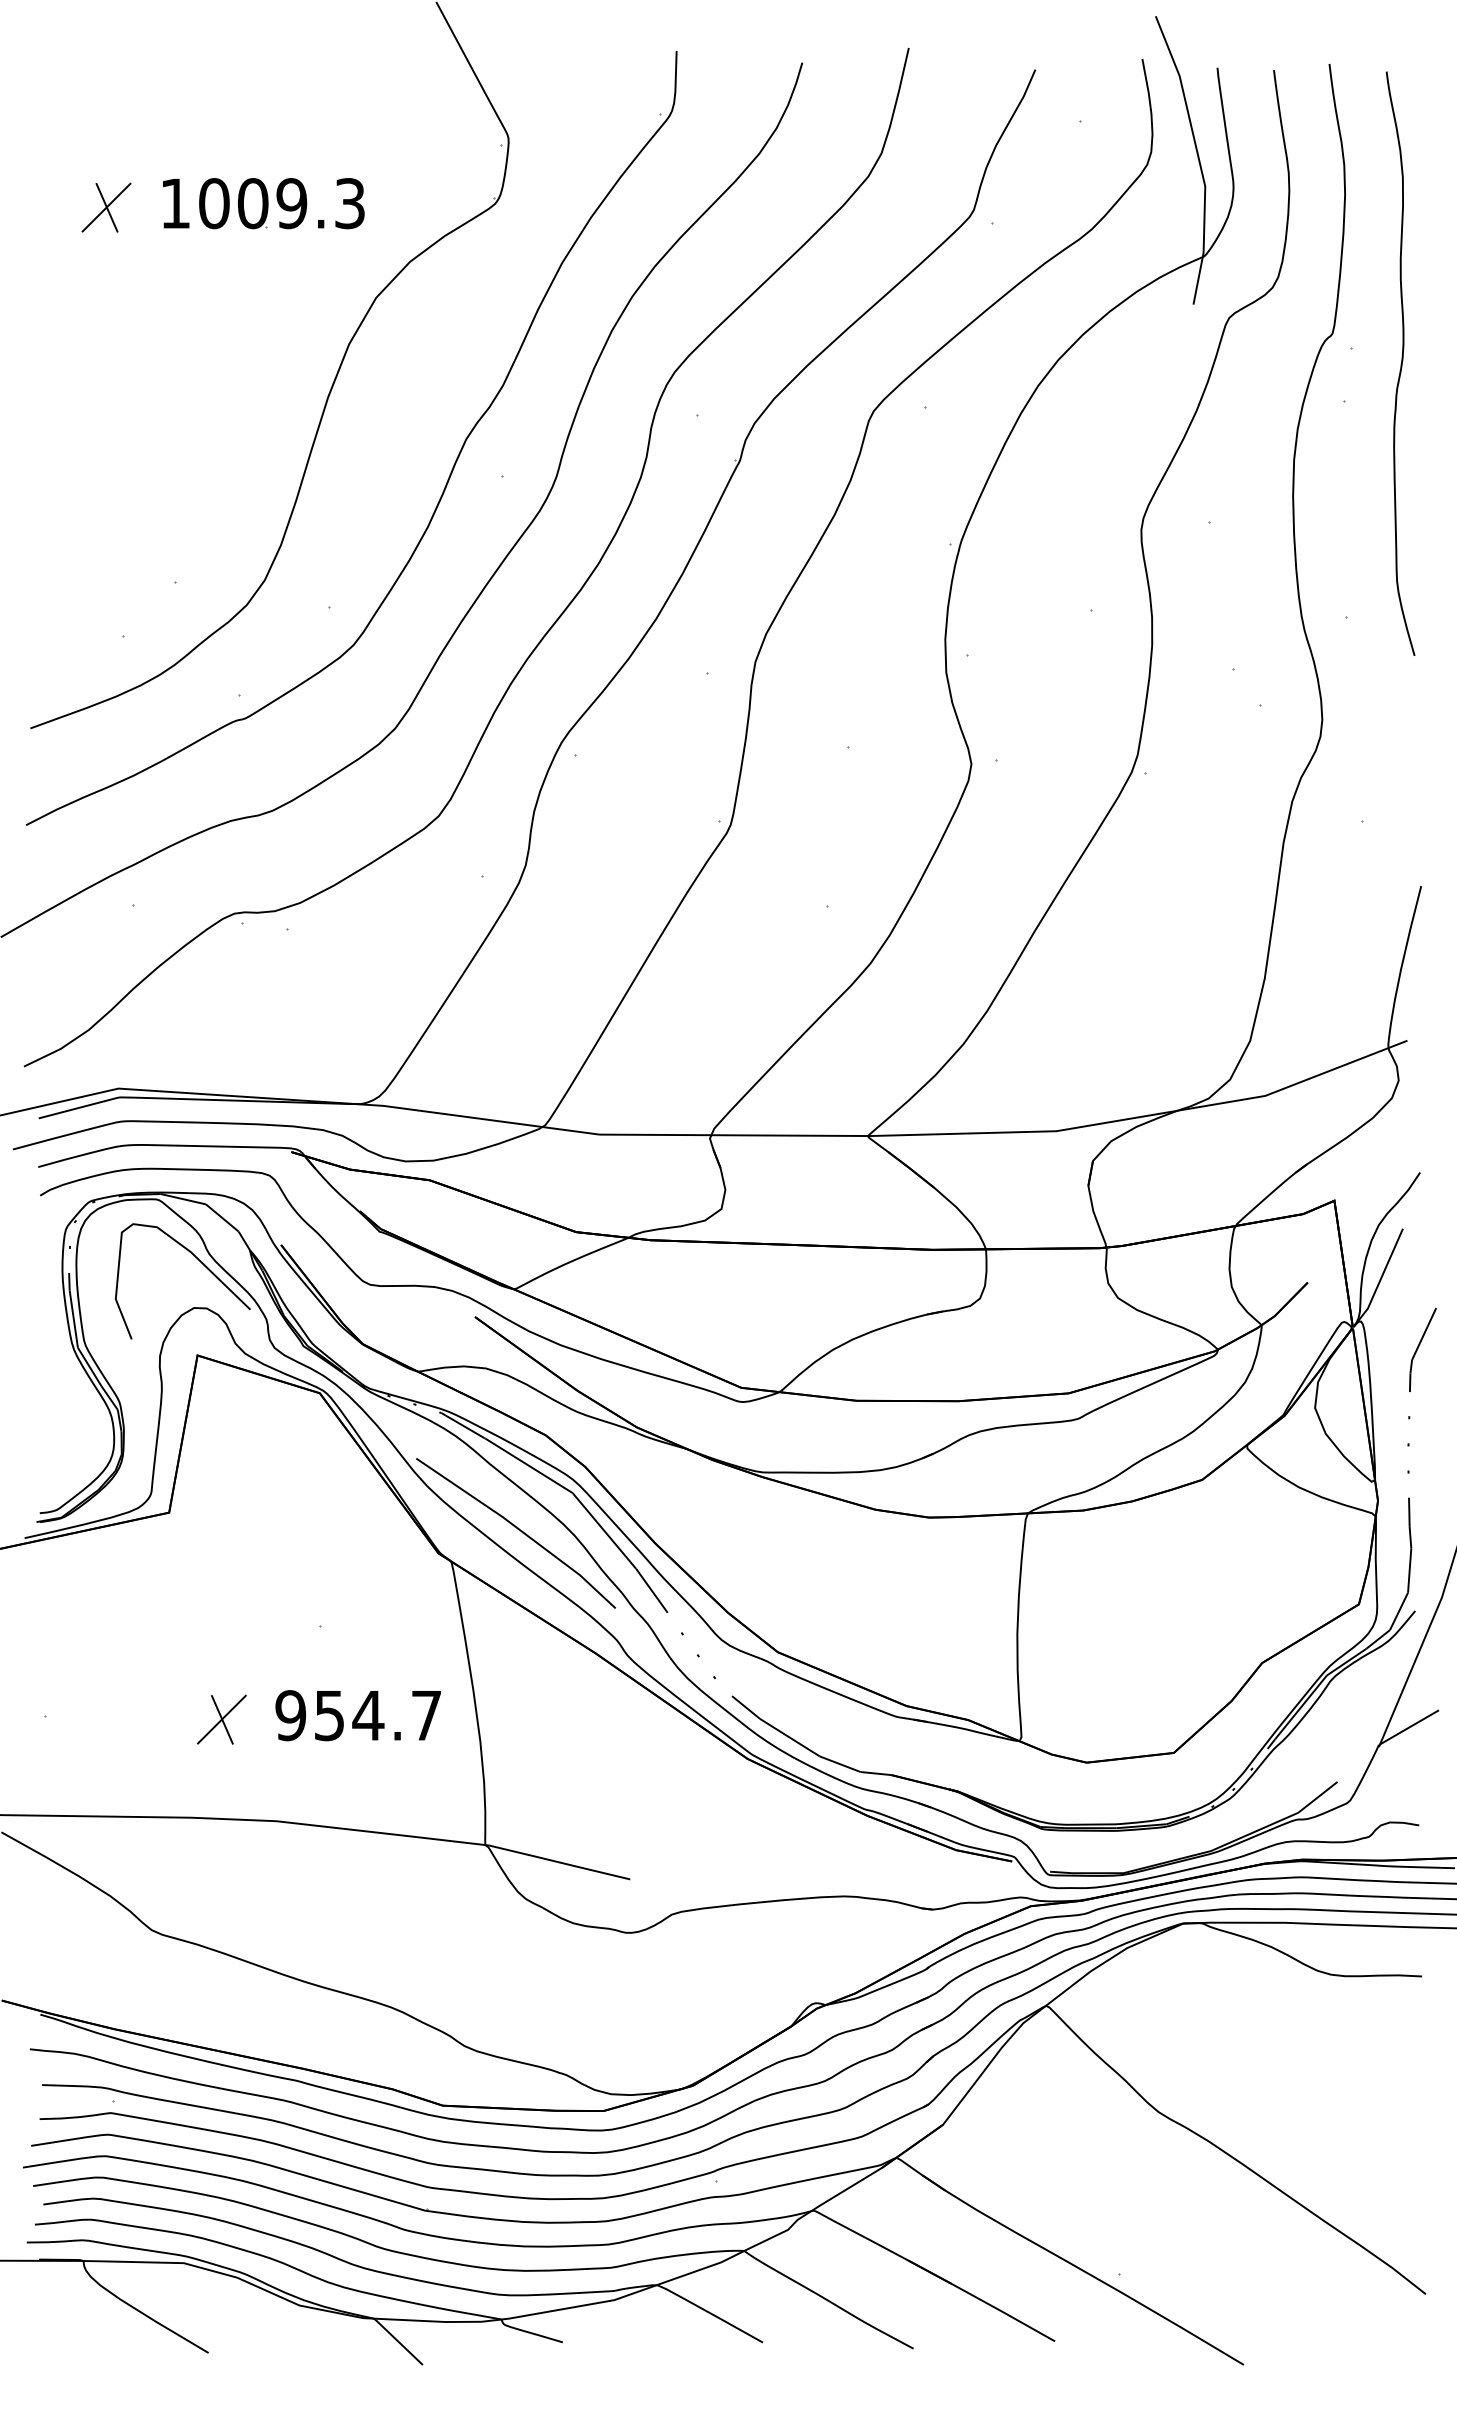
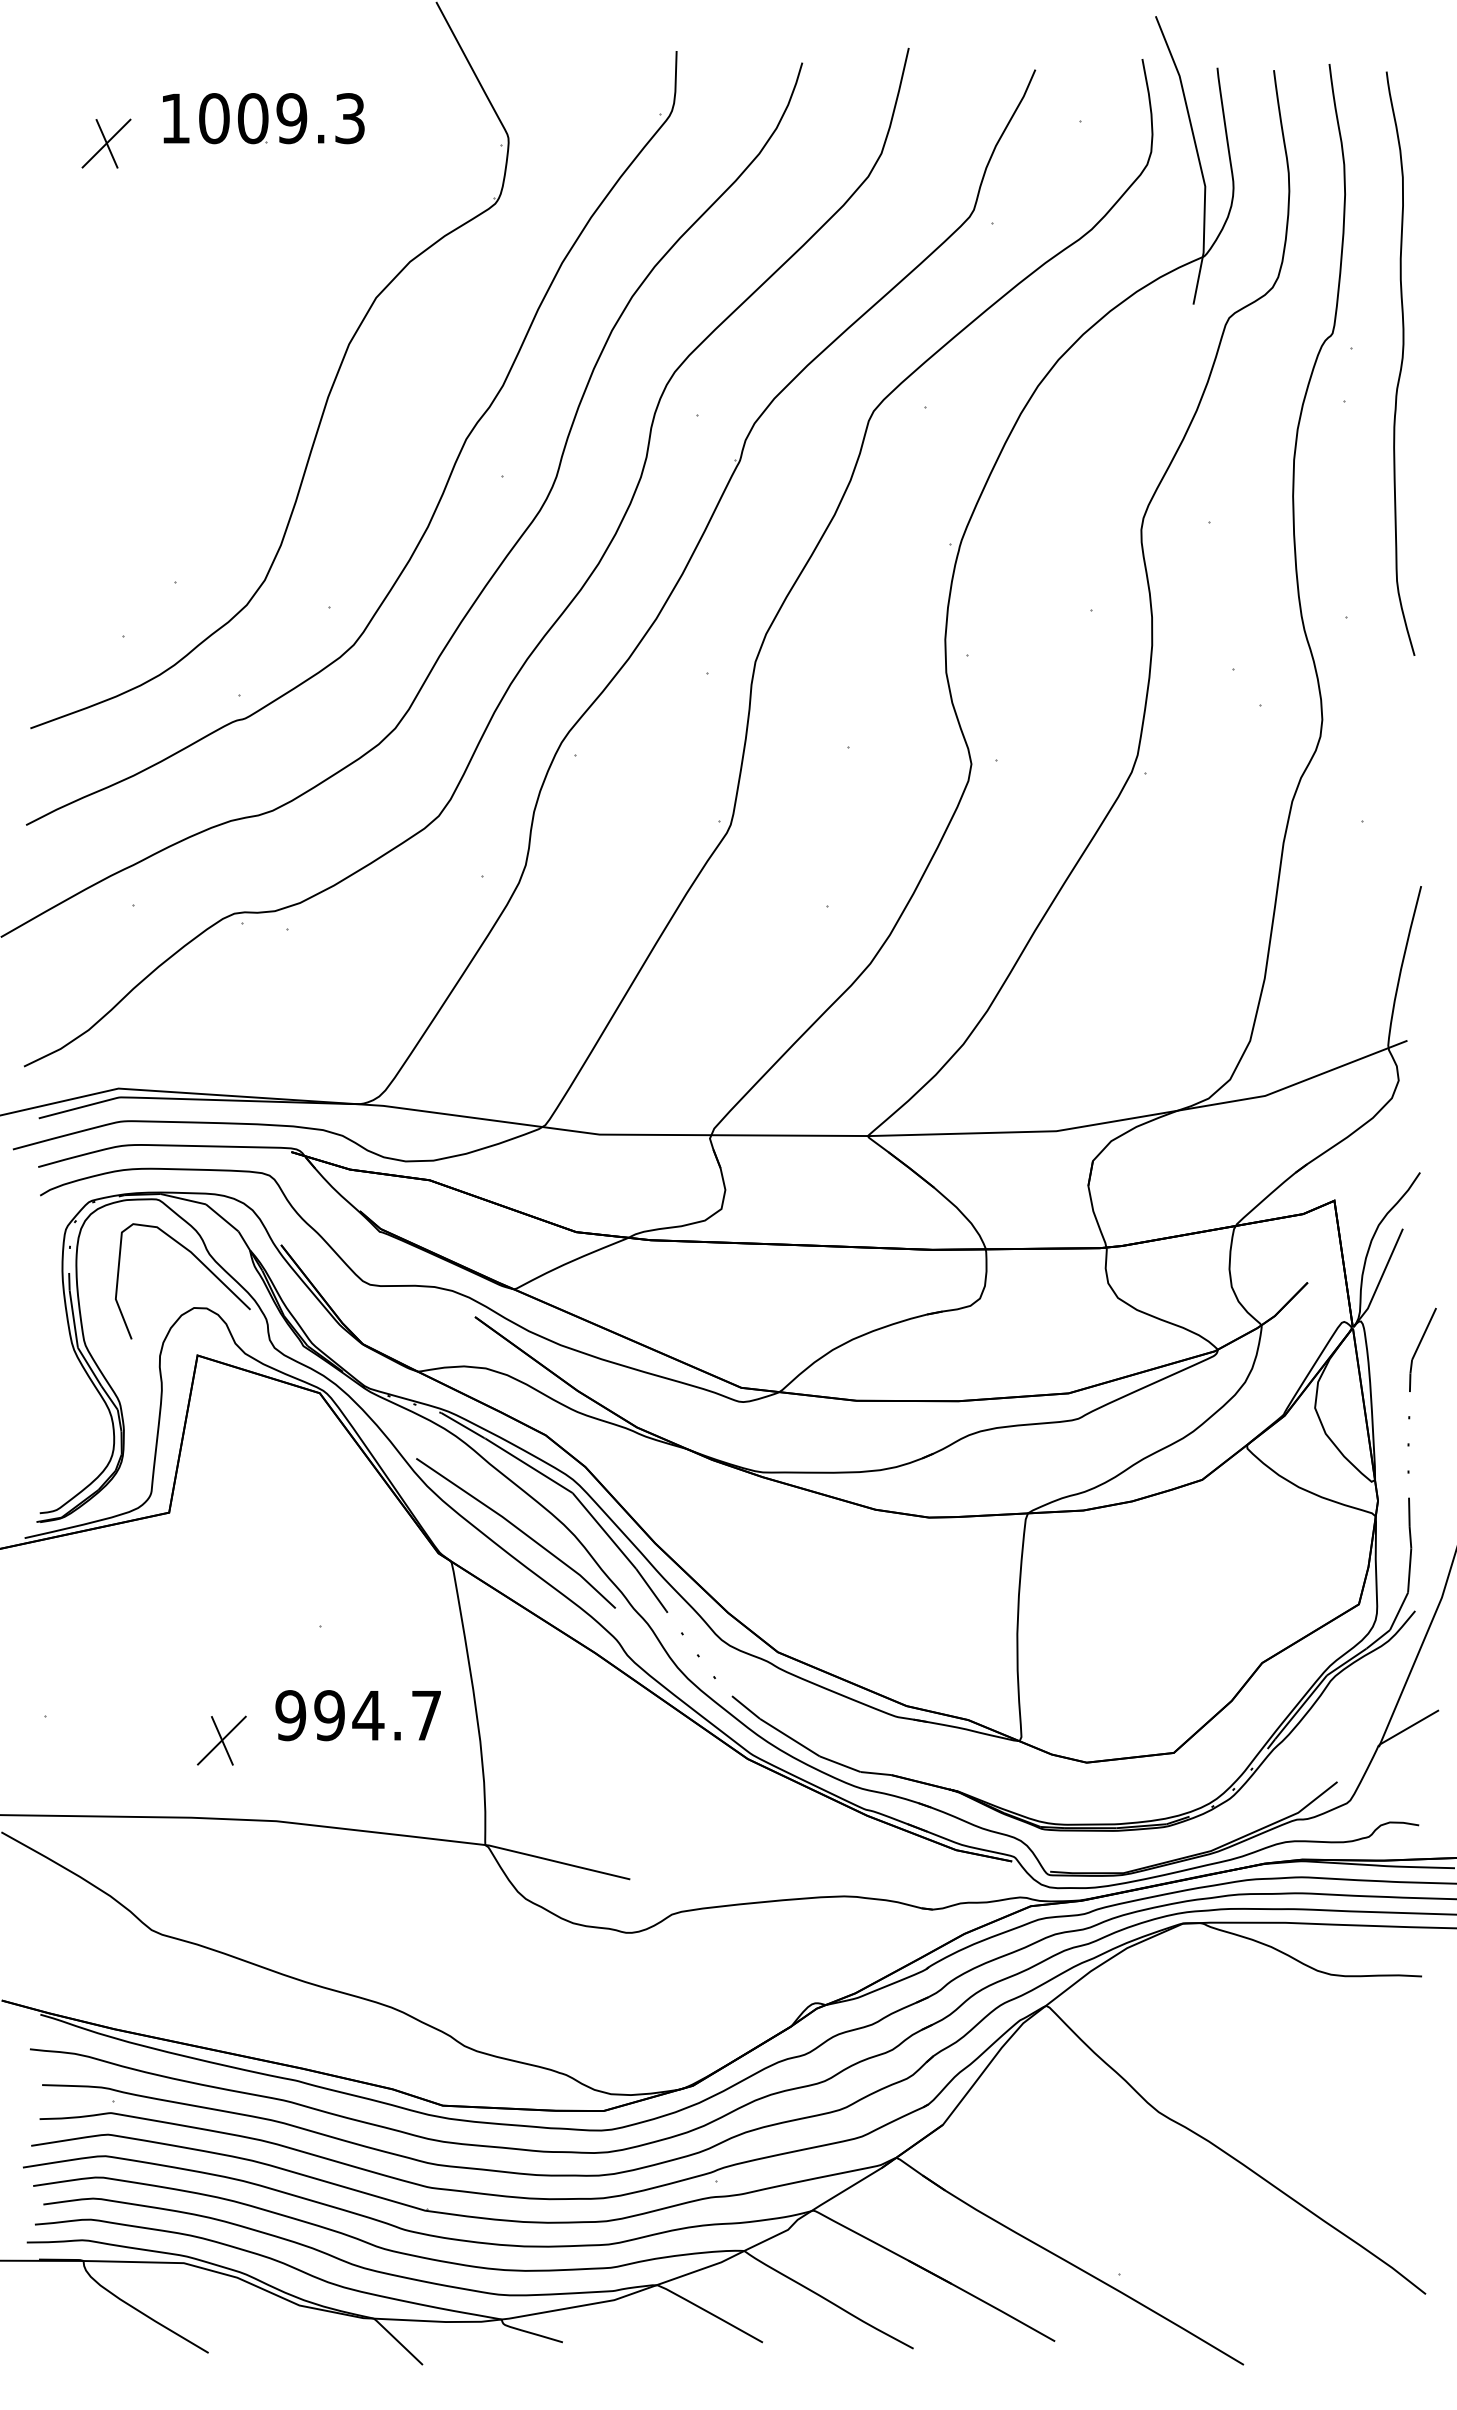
part at (263, 203) position: (263, 203) -> (263, 118)
part at (106, 207) position: (106, 207) -> (106, 143)
text at (329, 1715): 954.7 -> 994.7
part at (221, 1719) position: (221, 1719) -> (221, 1740)
